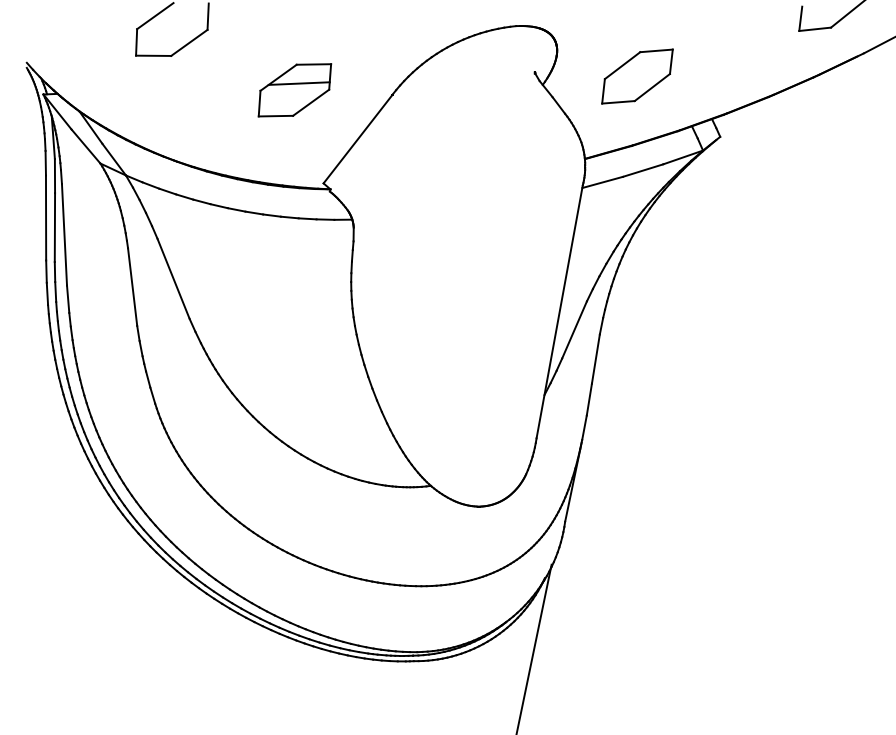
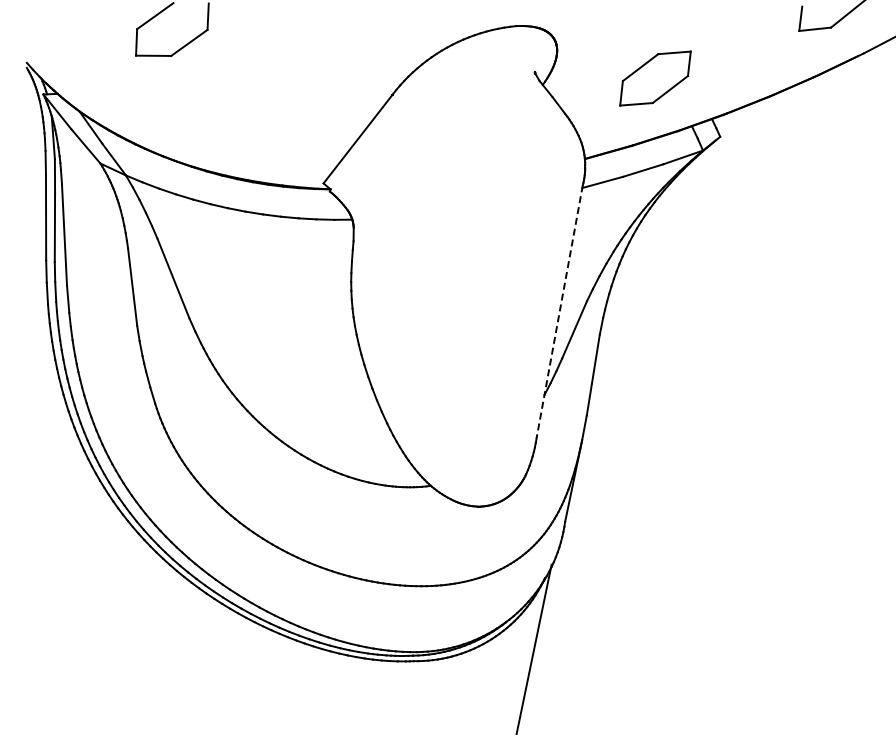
part at (637, 76) position: (637, 76) -> (655, 78)
part at (294, 90): present -> none
line at (559, 311): solid -> dashed
